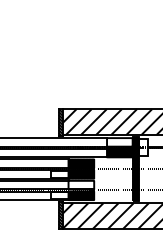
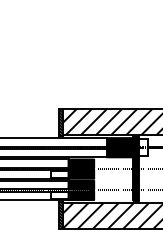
hatch at (119, 142): none -> present
hatch at (81, 184): none -> present
